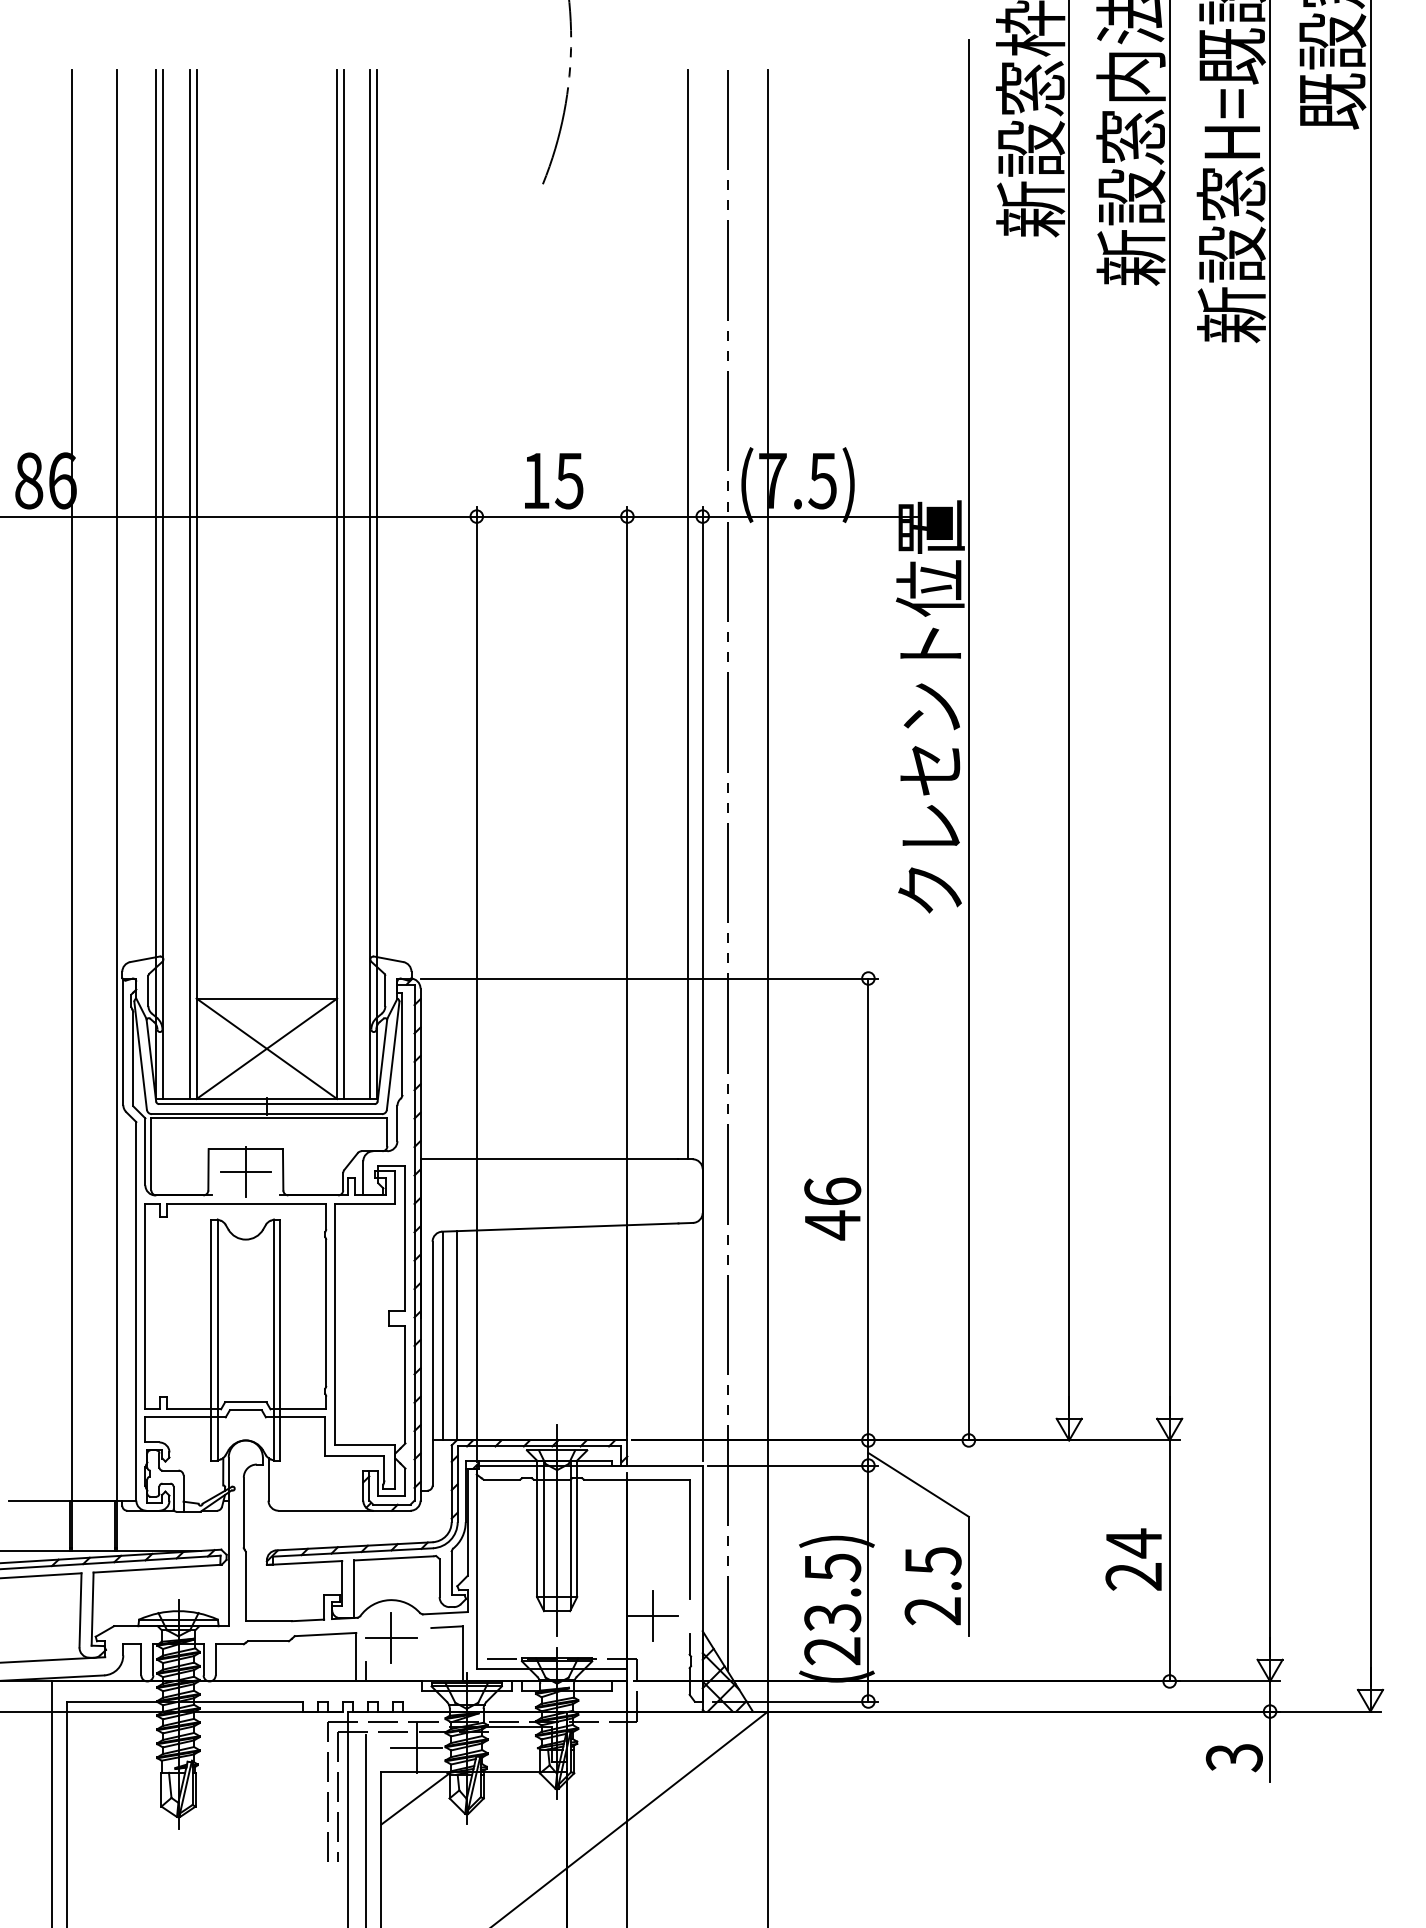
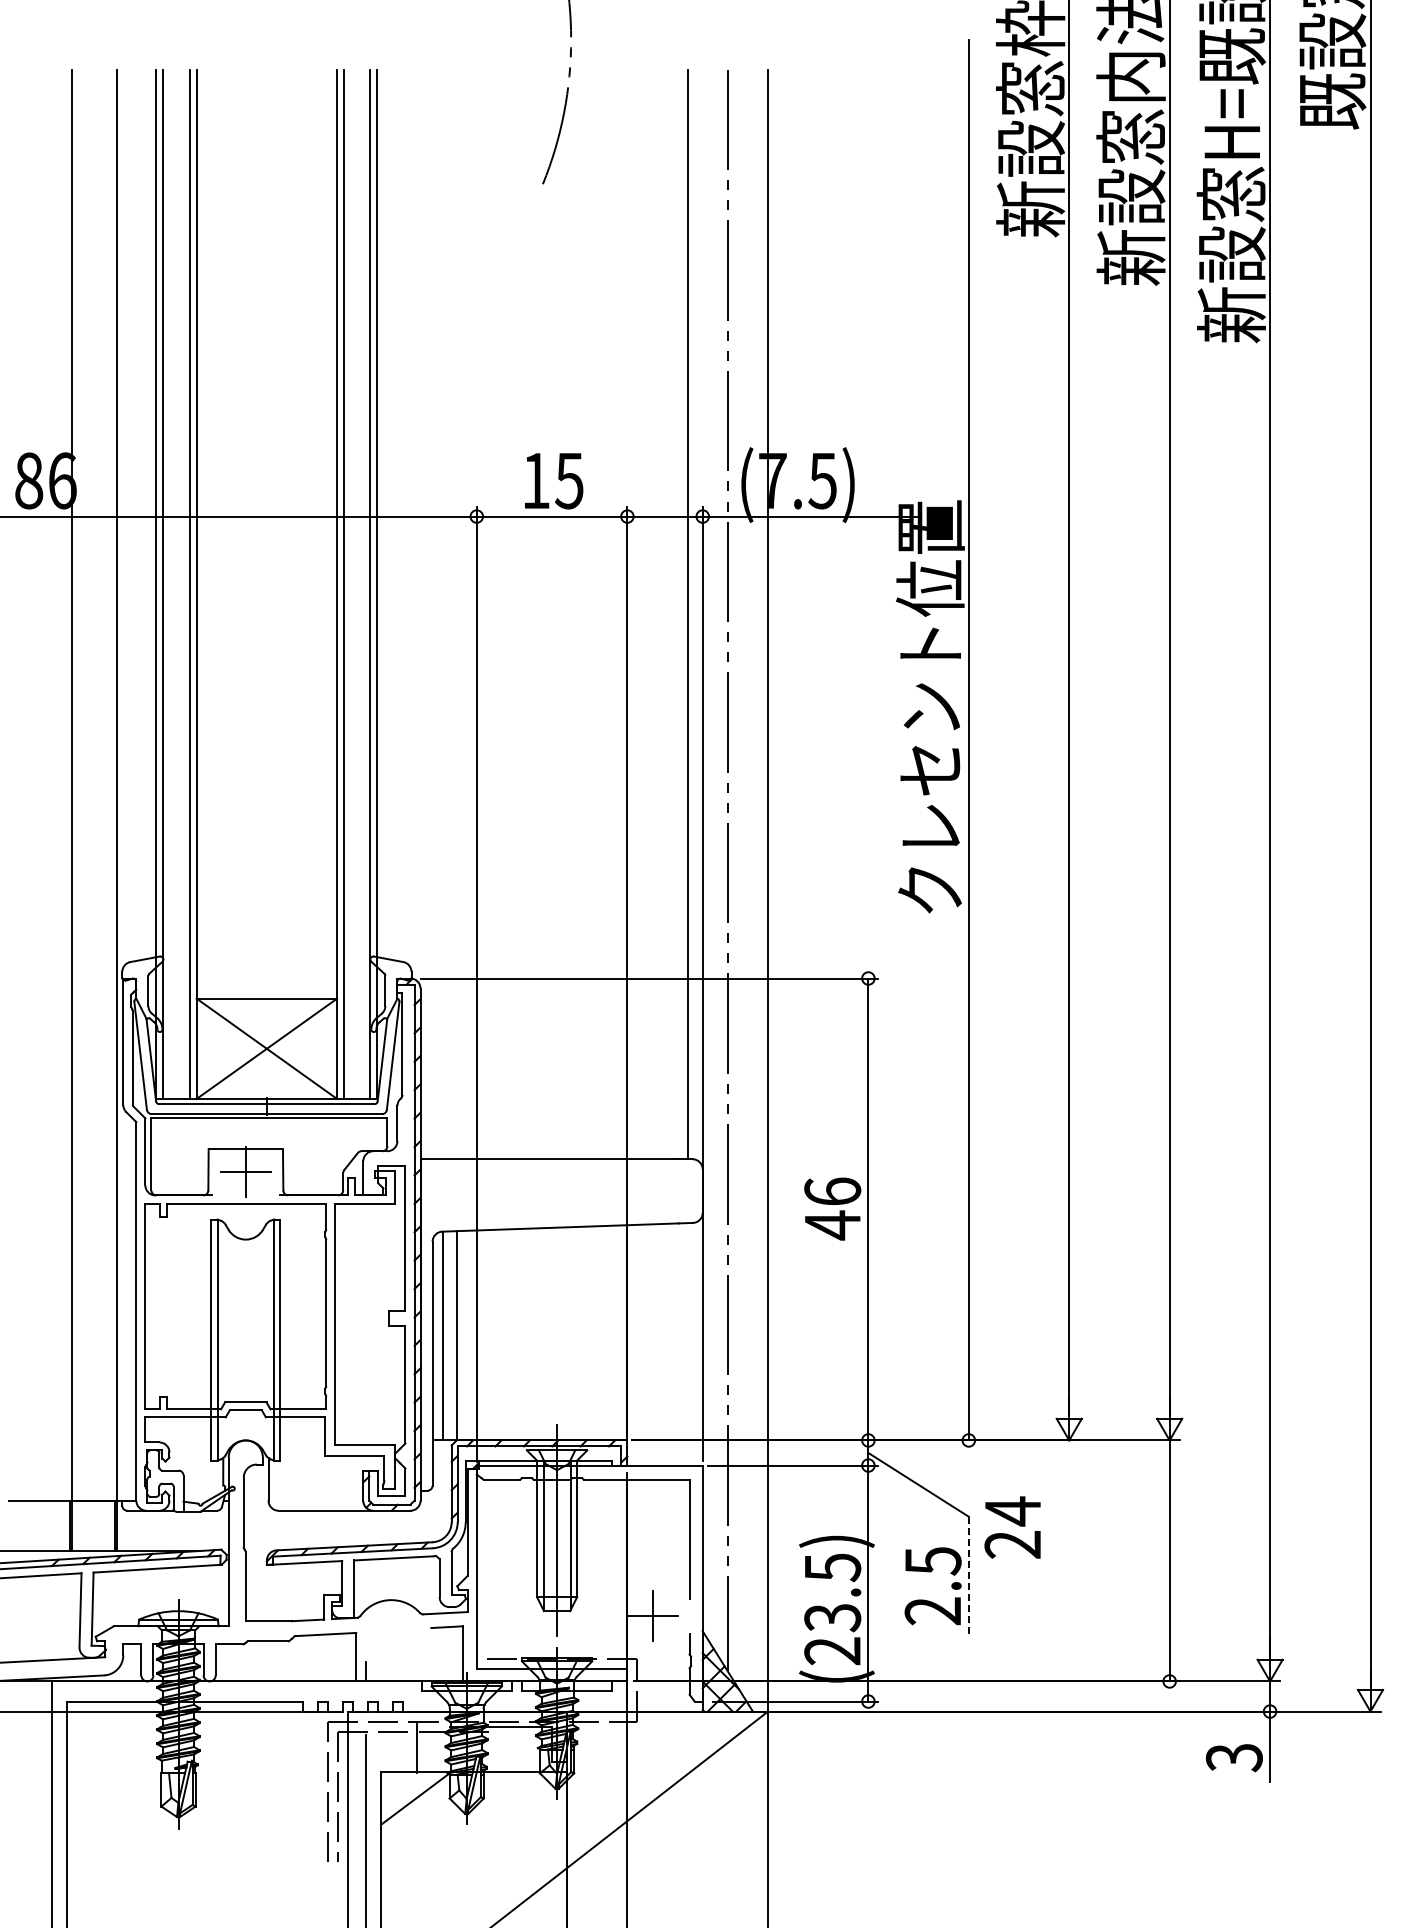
text at (1133, 1559) position: (1133, 1559) -> (1012, 1527)
line at (968, 1576): solid -> dashed
part at (391, 1637): present -> none
line at (416, 1748): present -> none
